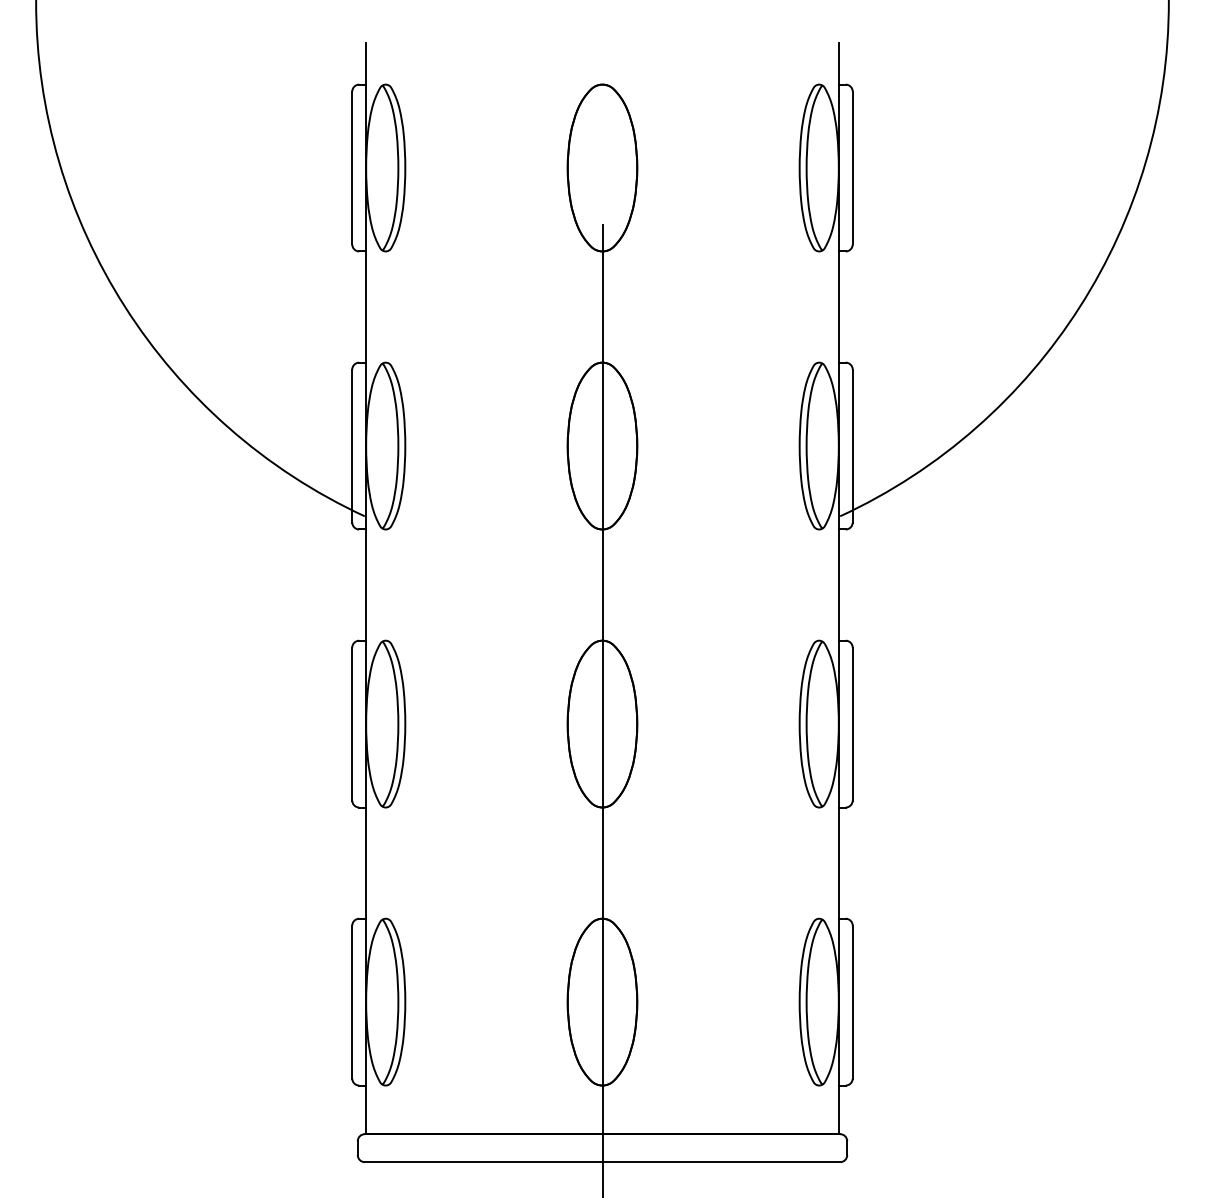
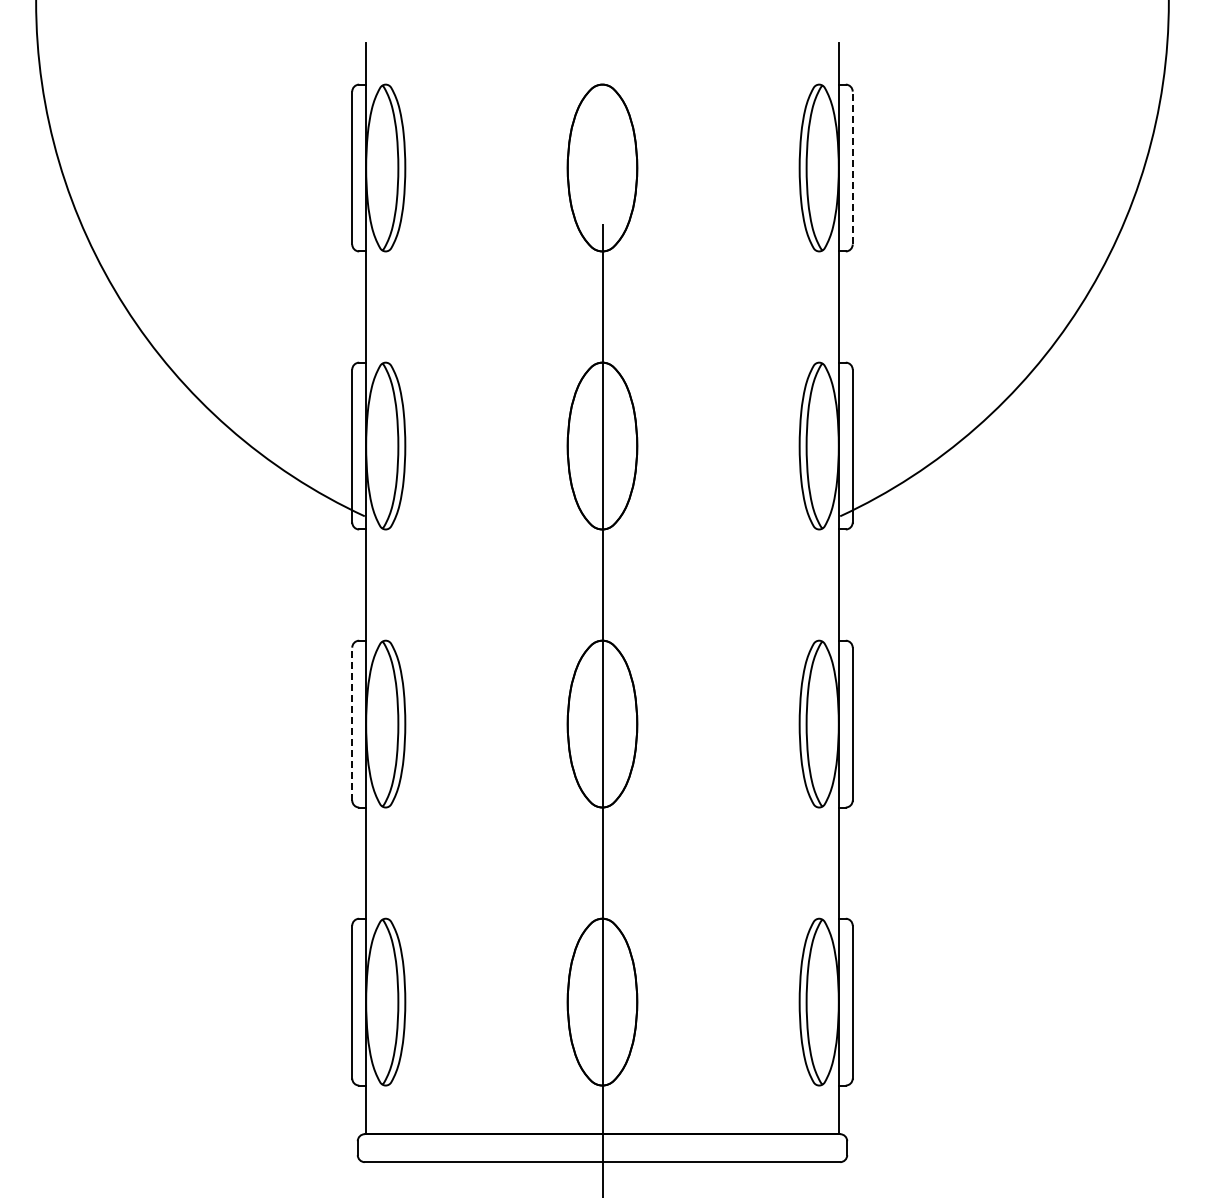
line at (852, 167): solid -> dashed
line at (352, 723): solid -> dashed
